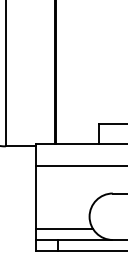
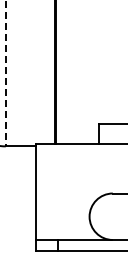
line at (5, 73): solid -> dashed
line at (80, 165): present -> none
line at (64, 229): present -> none
